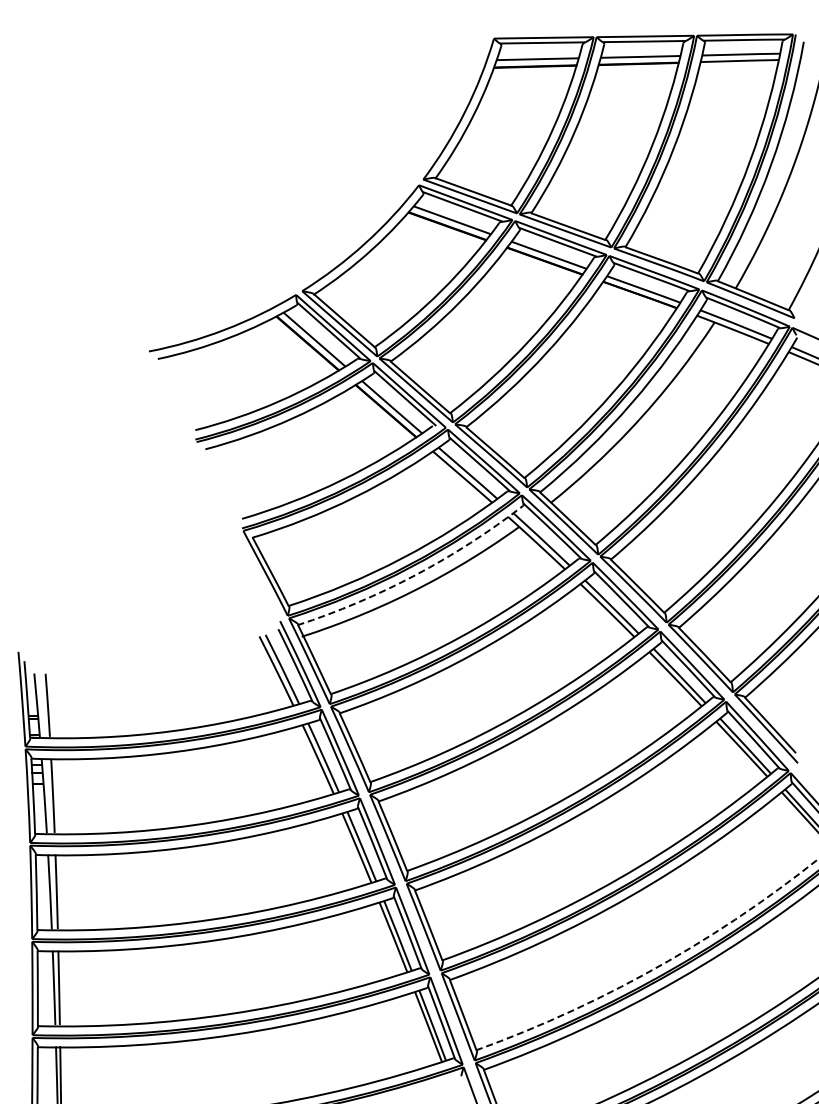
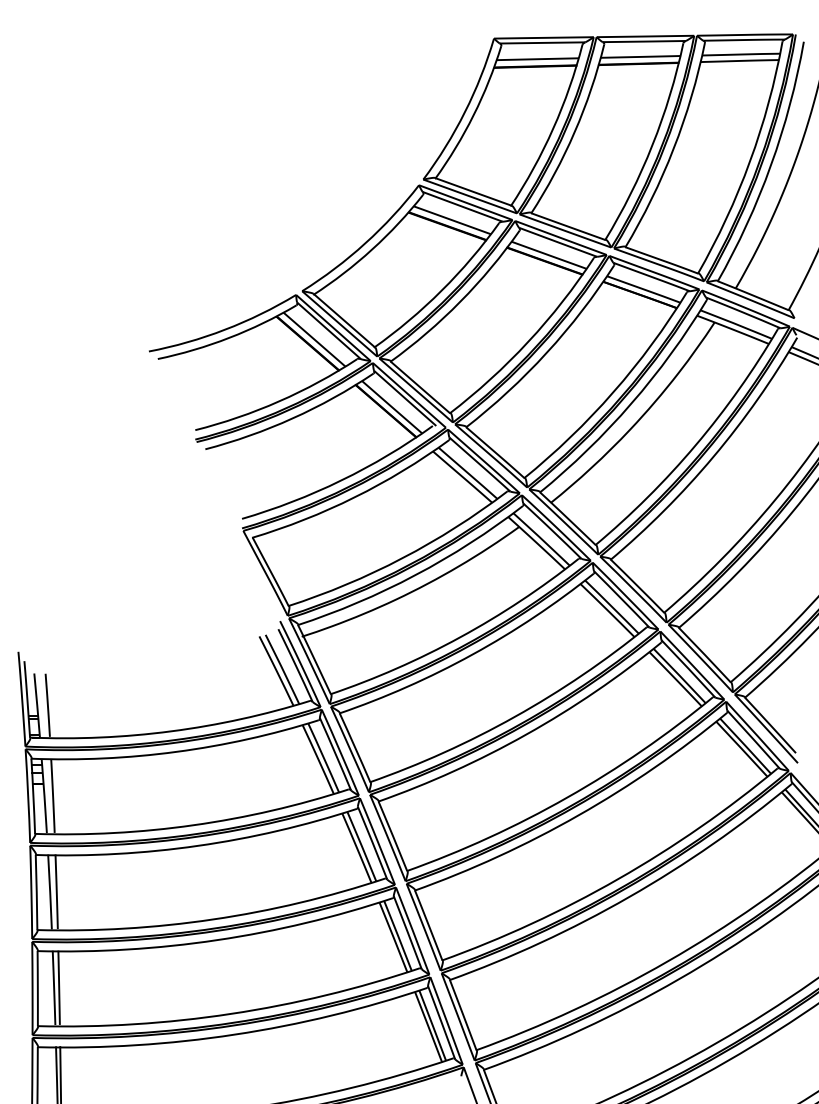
arc at (415, 575): dashed -> solid
arc at (655, 968): dashed -> solid
